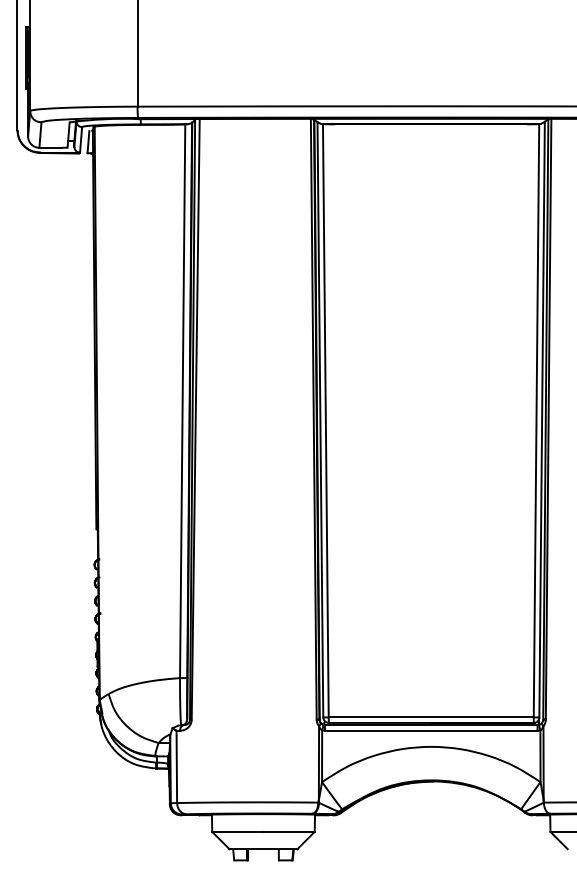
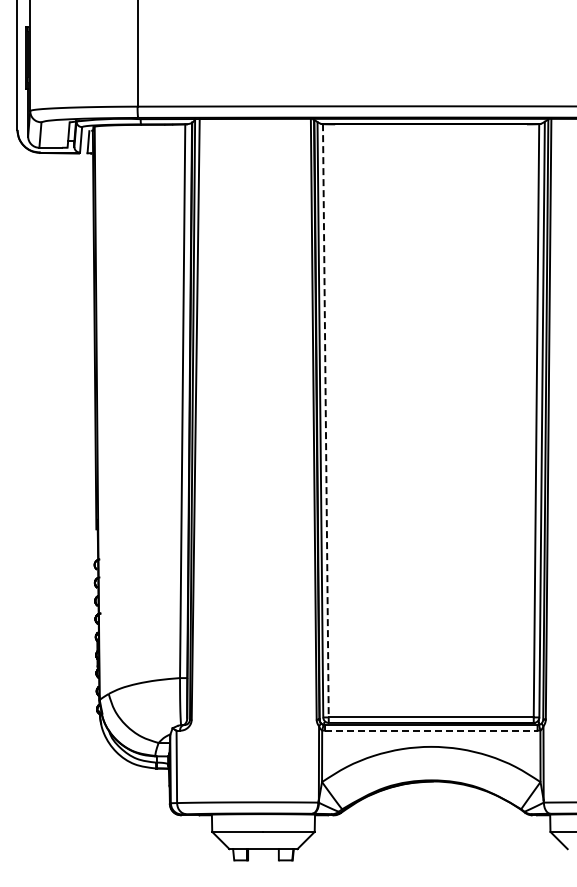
line at (325, 420): solid -> dashed
line at (431, 730): solid -> dashed
